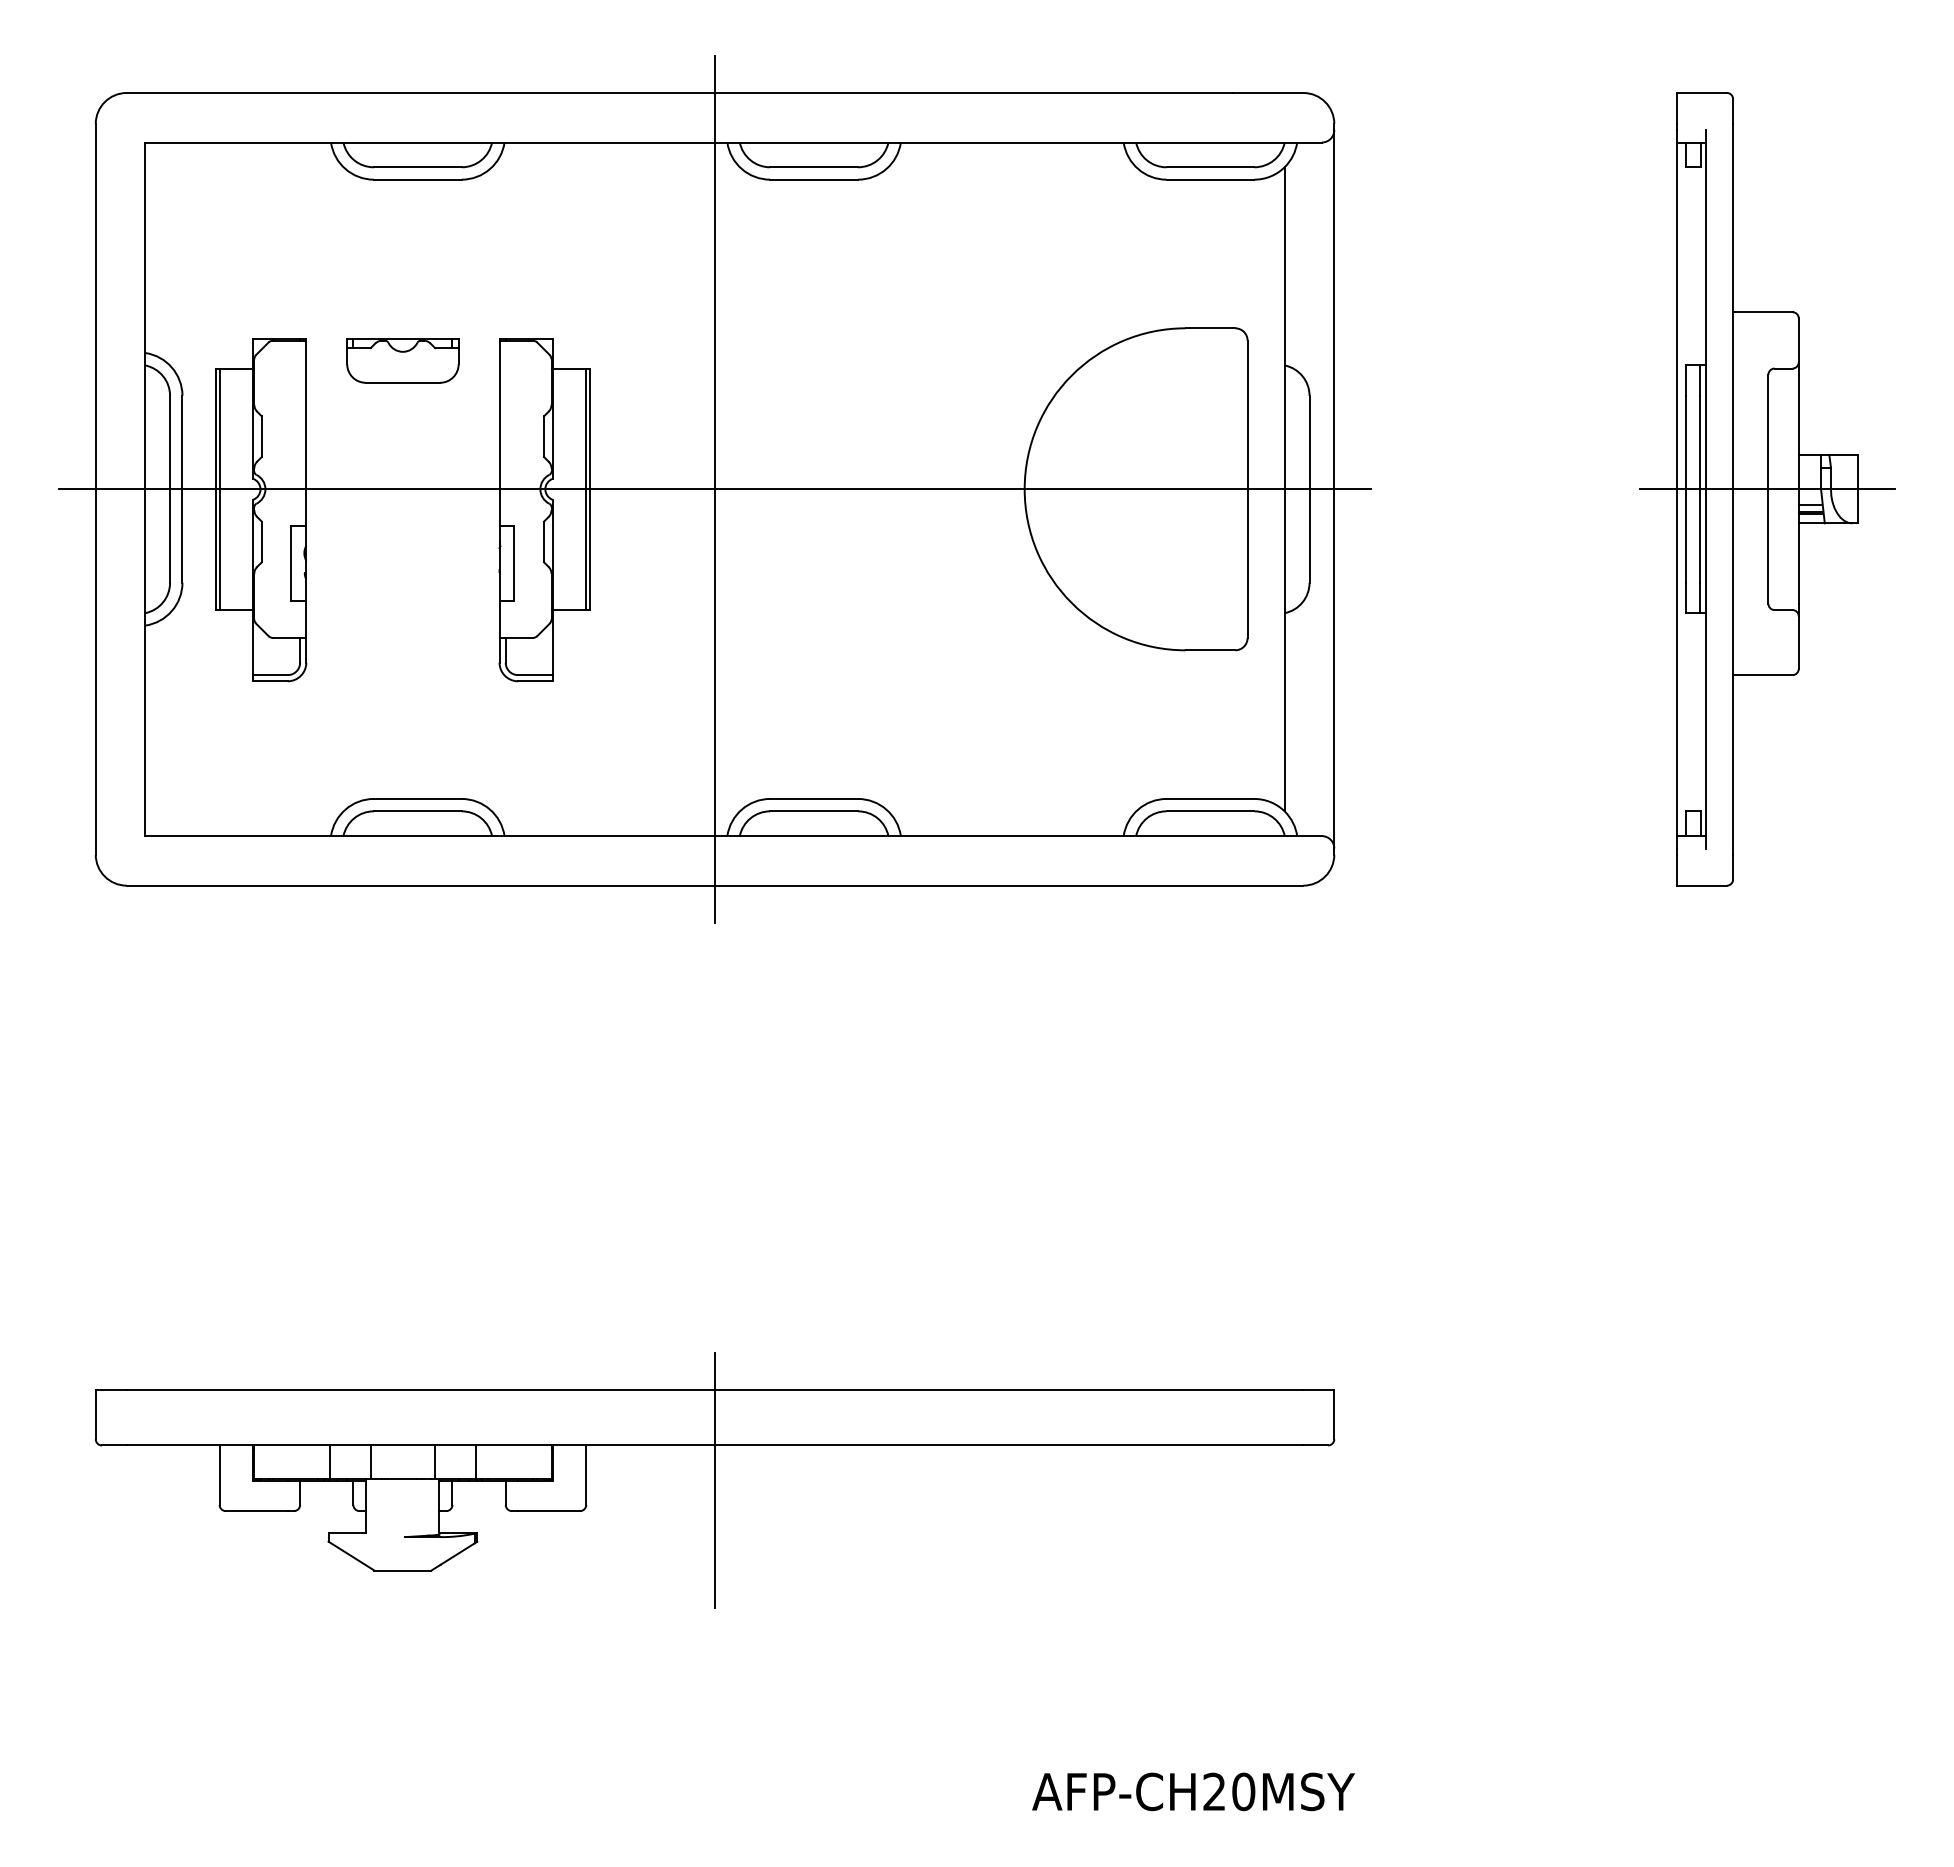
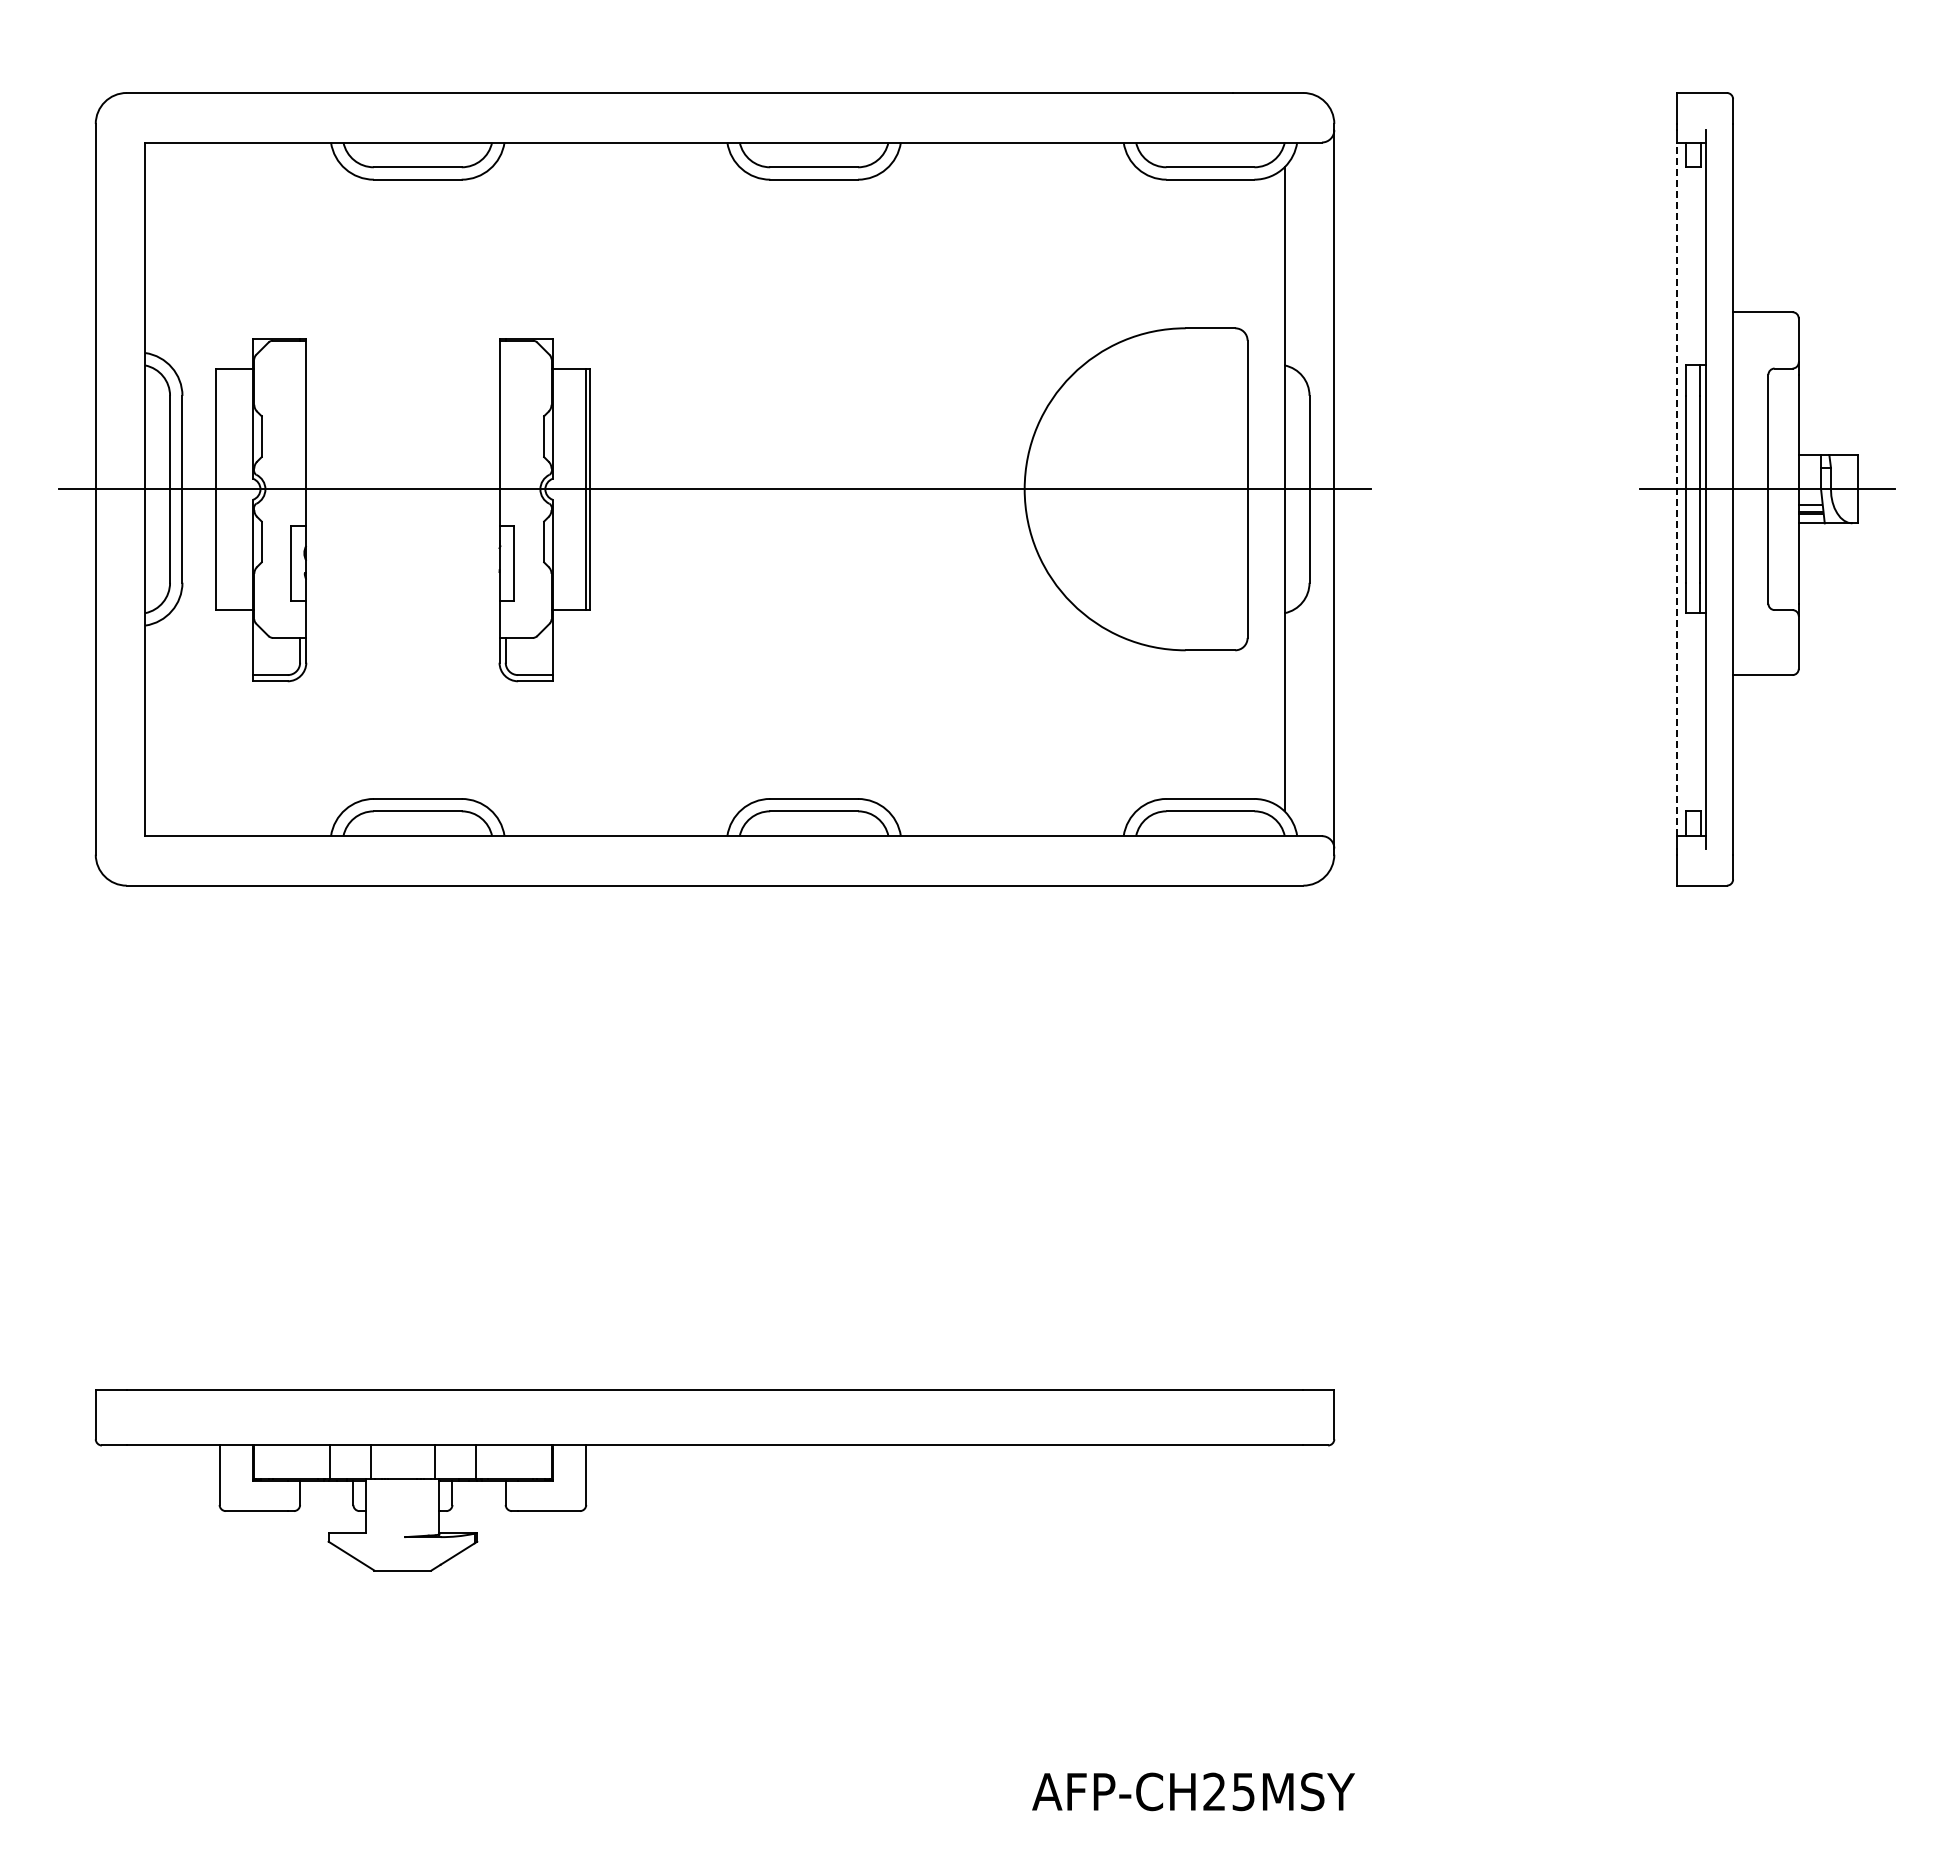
part at (402, 360): present -> none
line at (715, 488): present -> none
line at (219, 489): present -> none
line at (1677, 489): solid -> dashed
line at (715, 1479): present -> none
text at (1243, 1791): AFP-CH20MSY -> AFP-CH25MSY
